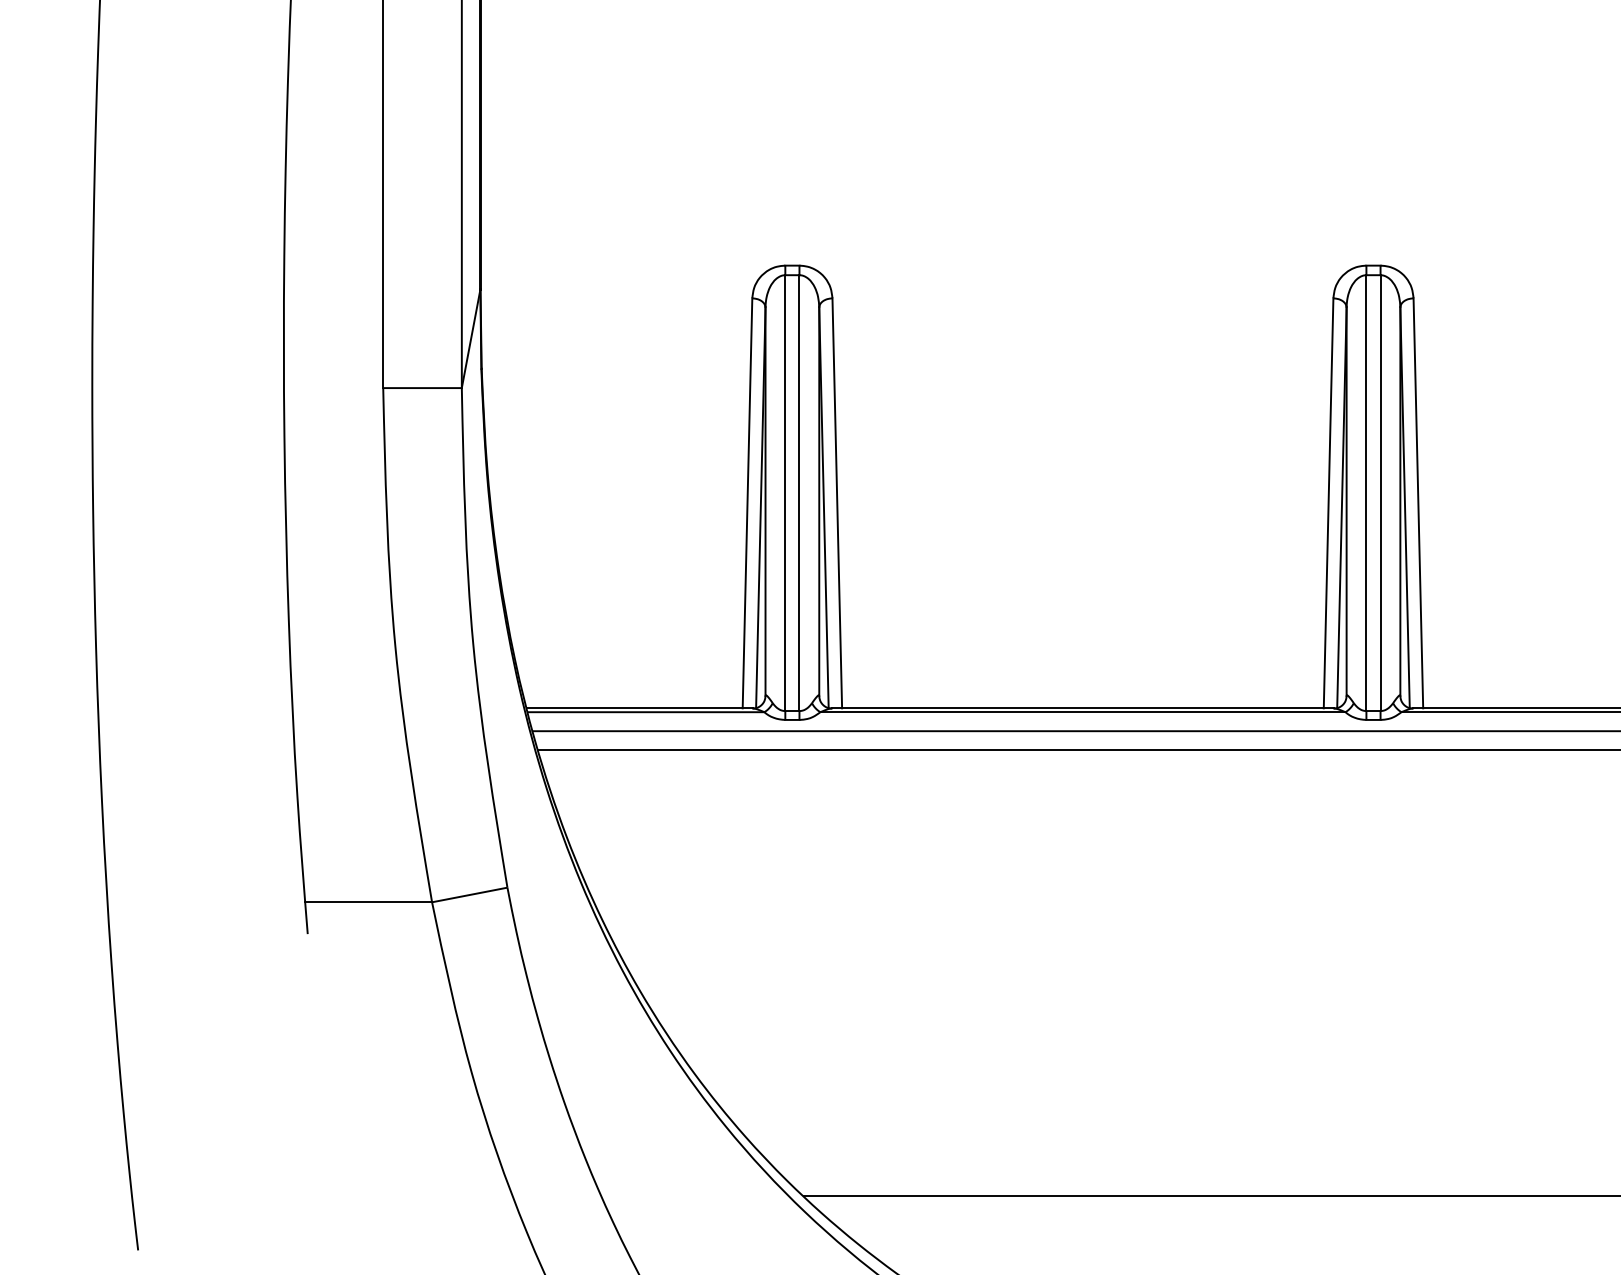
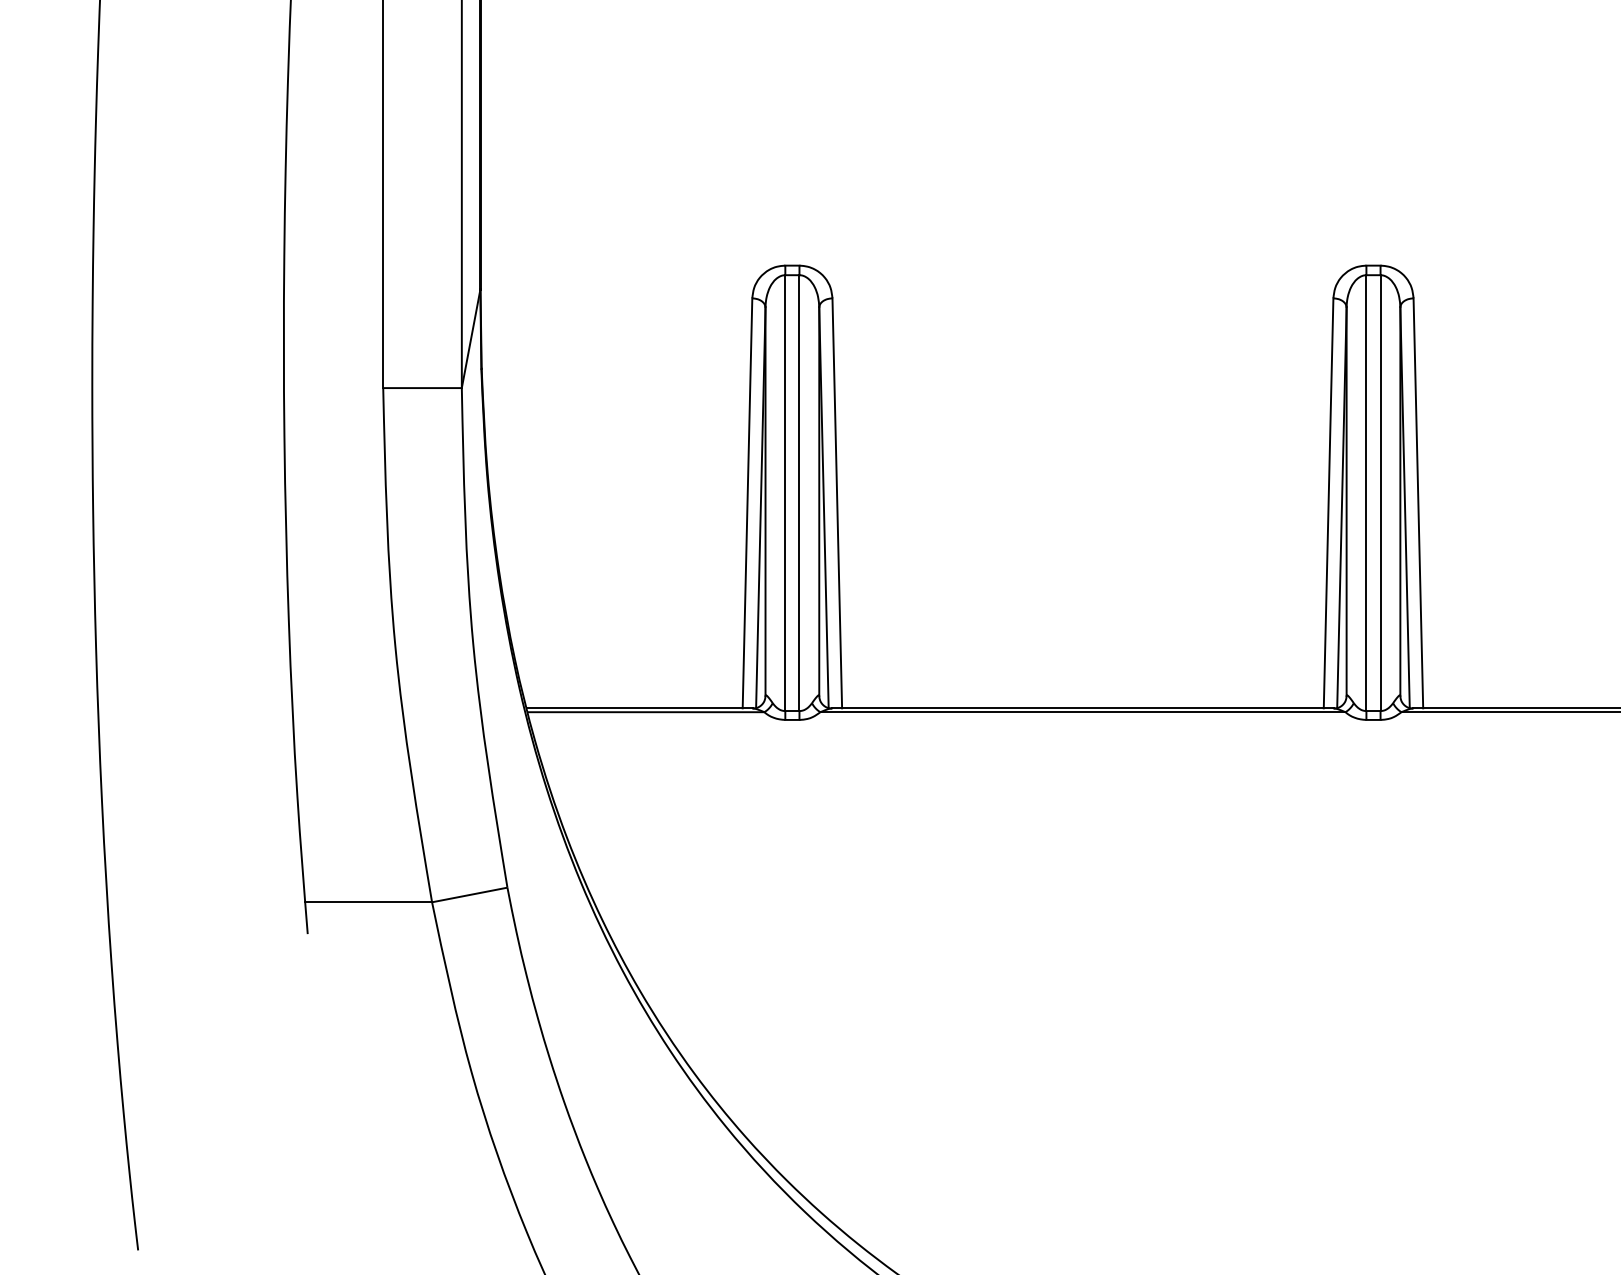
line at (1074, 731): present -> none
line at (1077, 749): present -> none
line at (1210, 1196): present -> none
